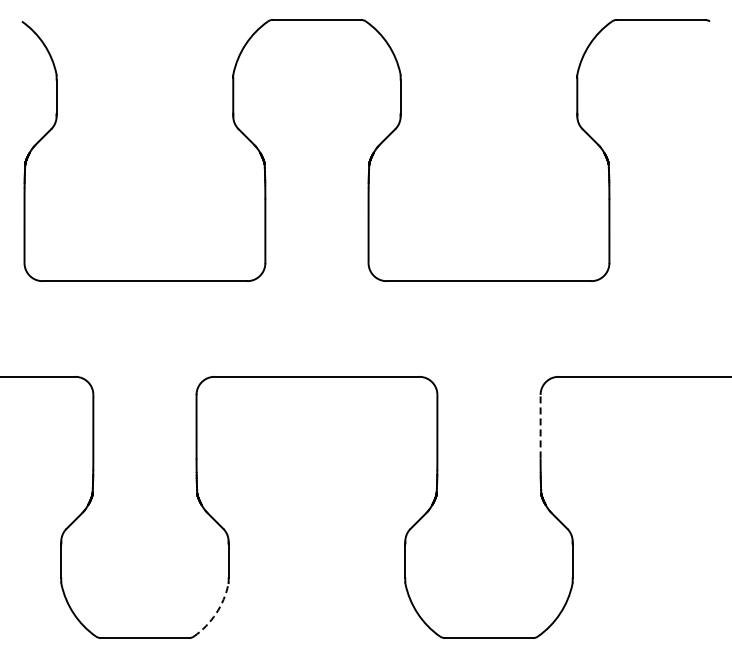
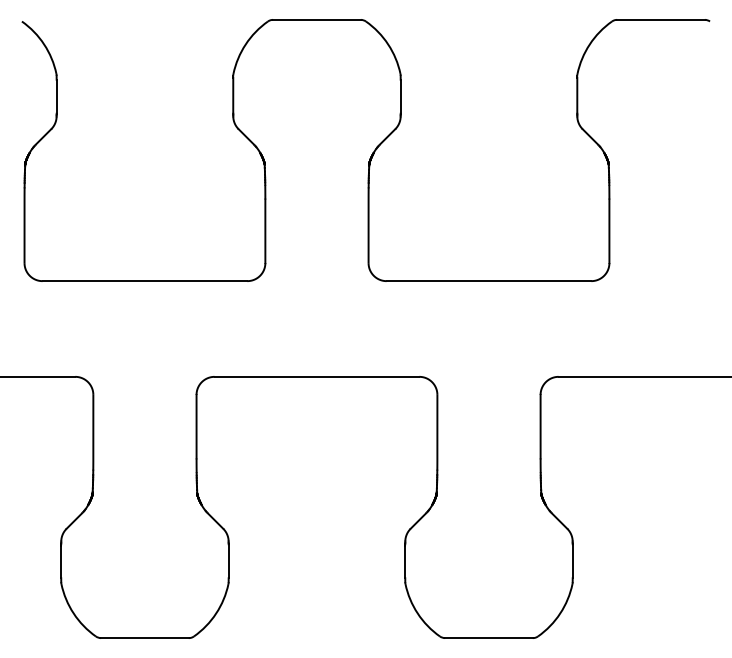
line at (540, 426): dashed -> solid
arc at (216, 613): dashed -> solid
